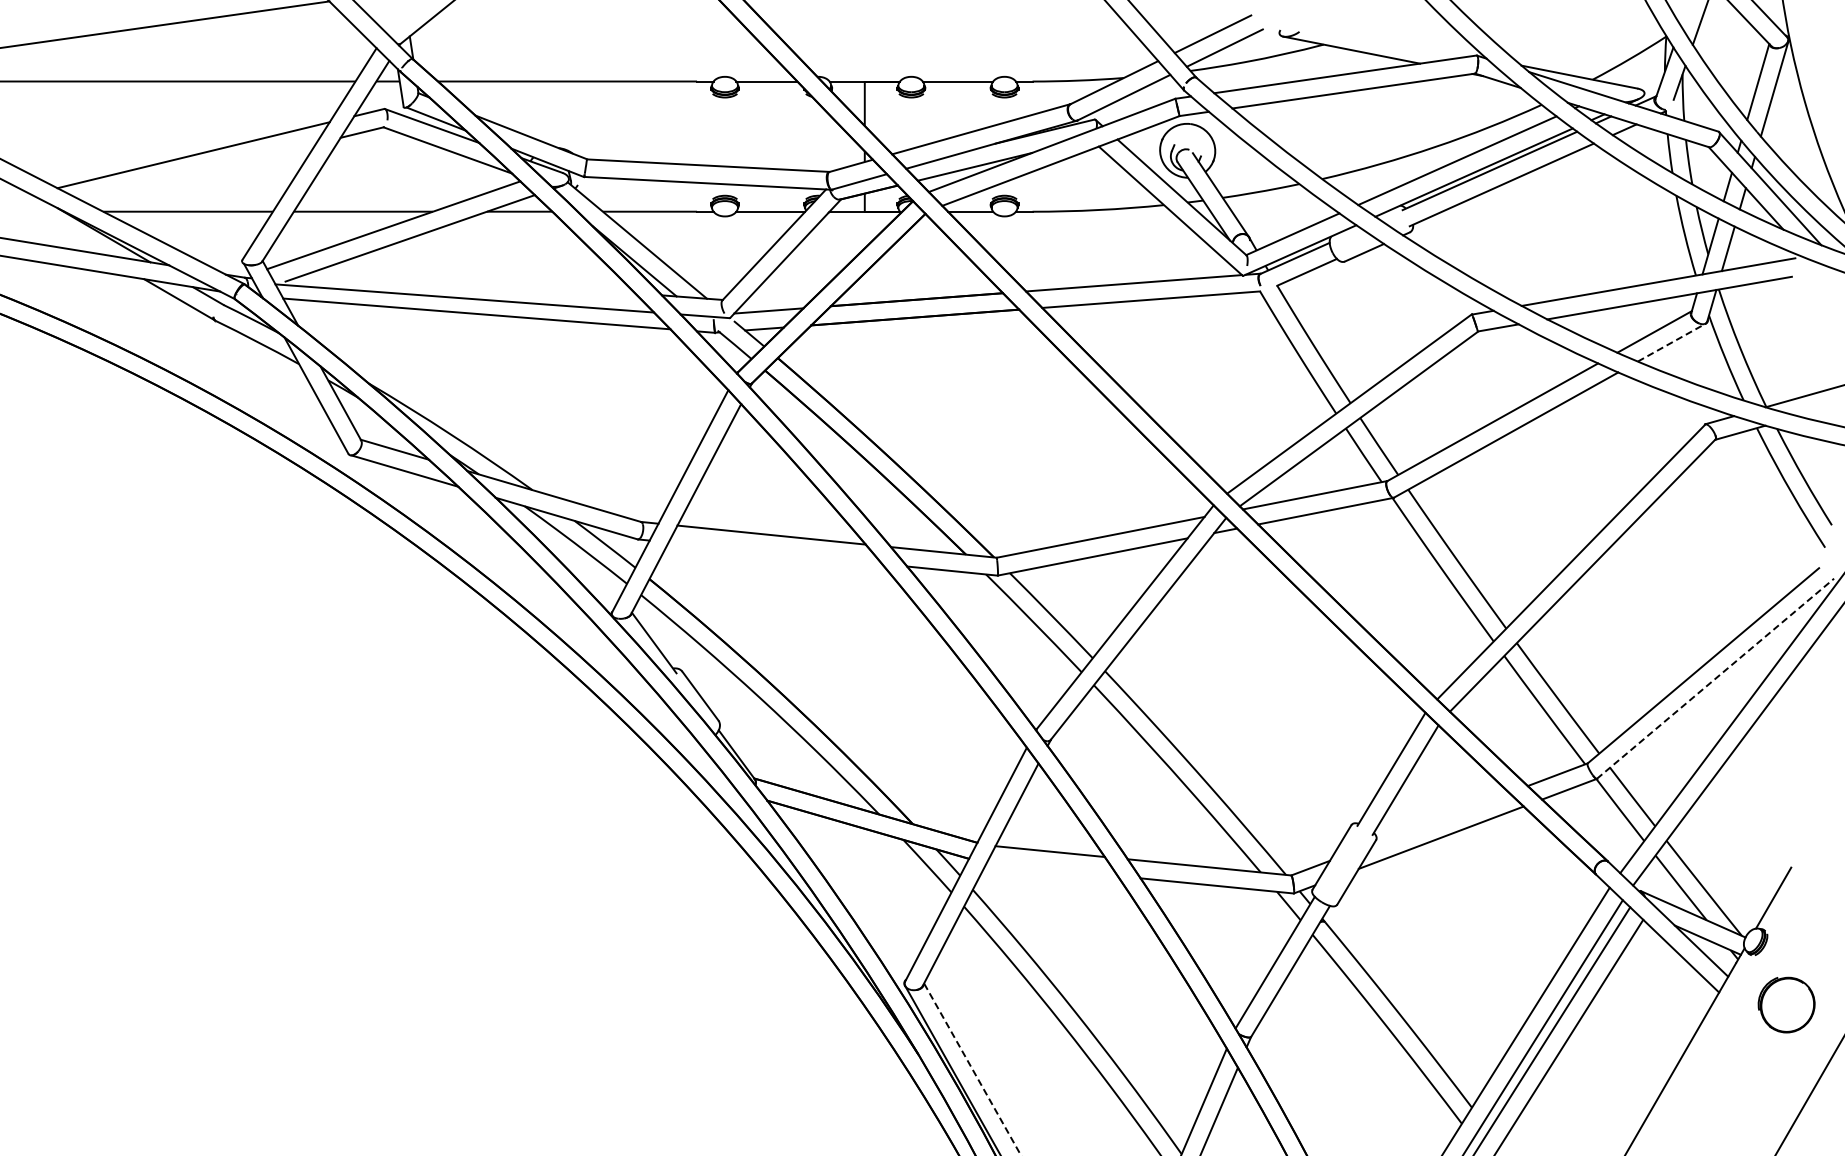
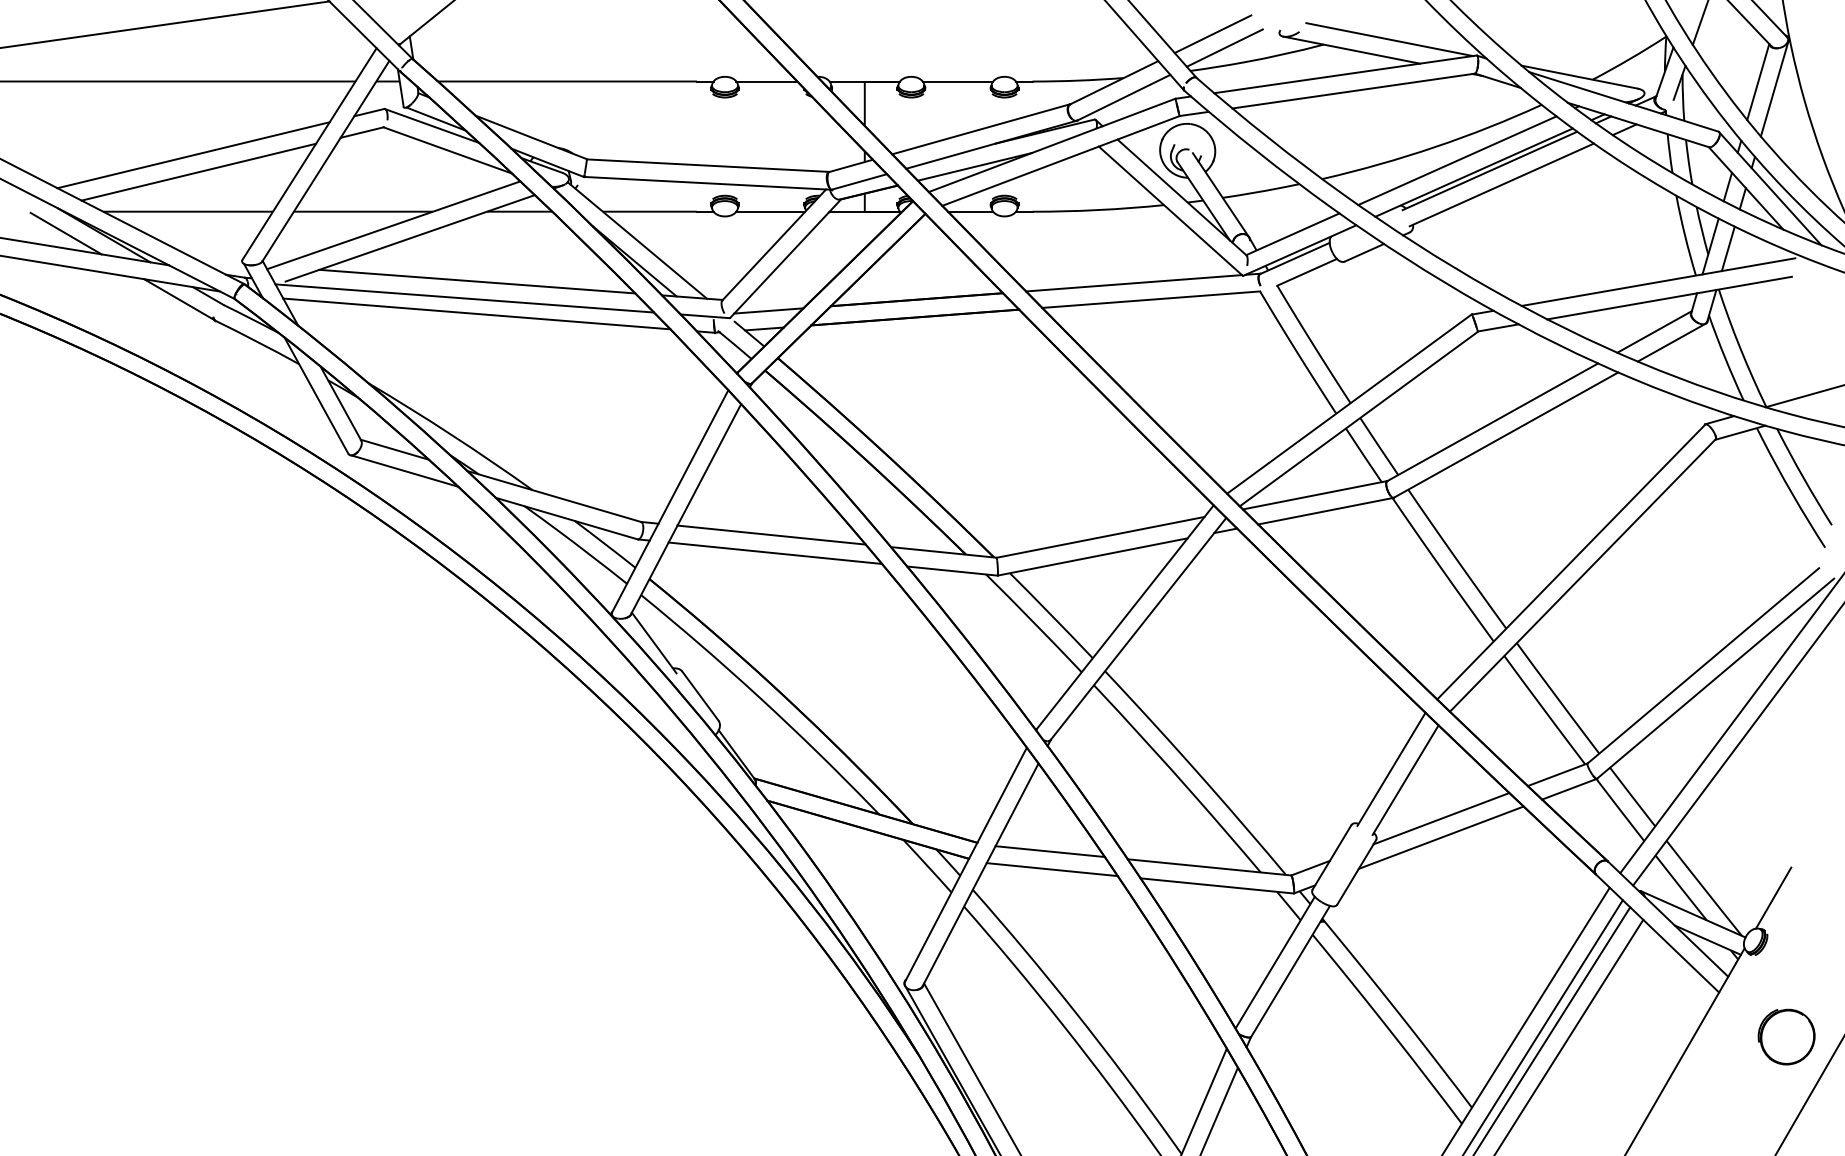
line at (1389, 39): none -> present
line at (198, 171): none -> present
line at (65, 233): none -> present
line at (477, 281): none -> present
line at (1672, 342): dashed -> solid
line at (775, 552): none -> present
line at (1715, 678): dashed -> solid
line at (1441, 818): none -> present
line at (1051, 869): none -> present
part at (1786, 1004) position: (1786, 1004) -> (1786, 1036)
line at (972, 1069): dashed -> solid
